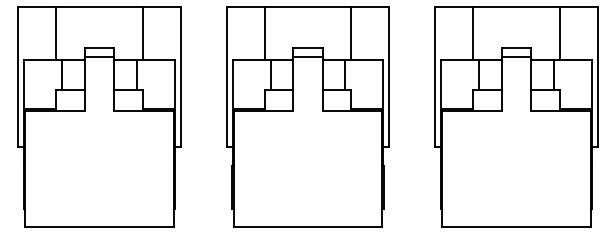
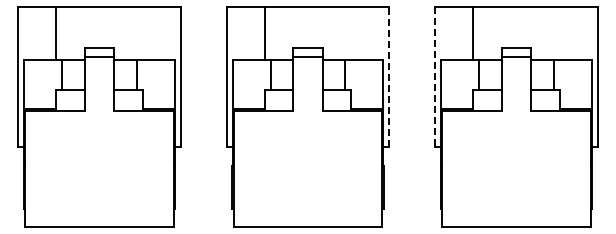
line at (142, 33): present -> none
line at (351, 33): present -> none
line at (559, 33): present -> none
line at (389, 76): solid -> dashed
line at (435, 76): solid -> dashed
